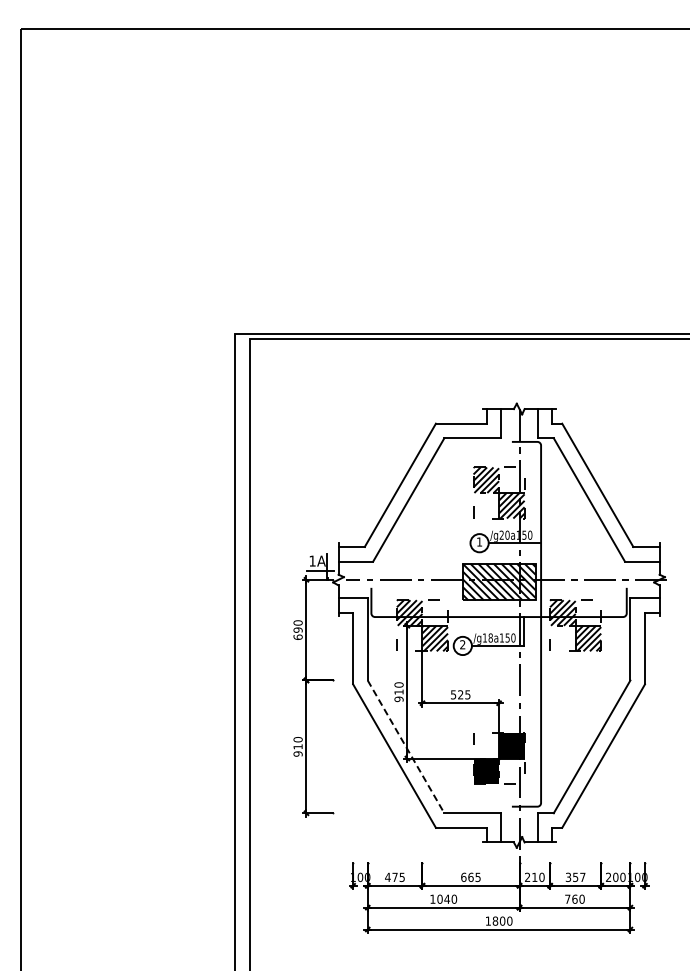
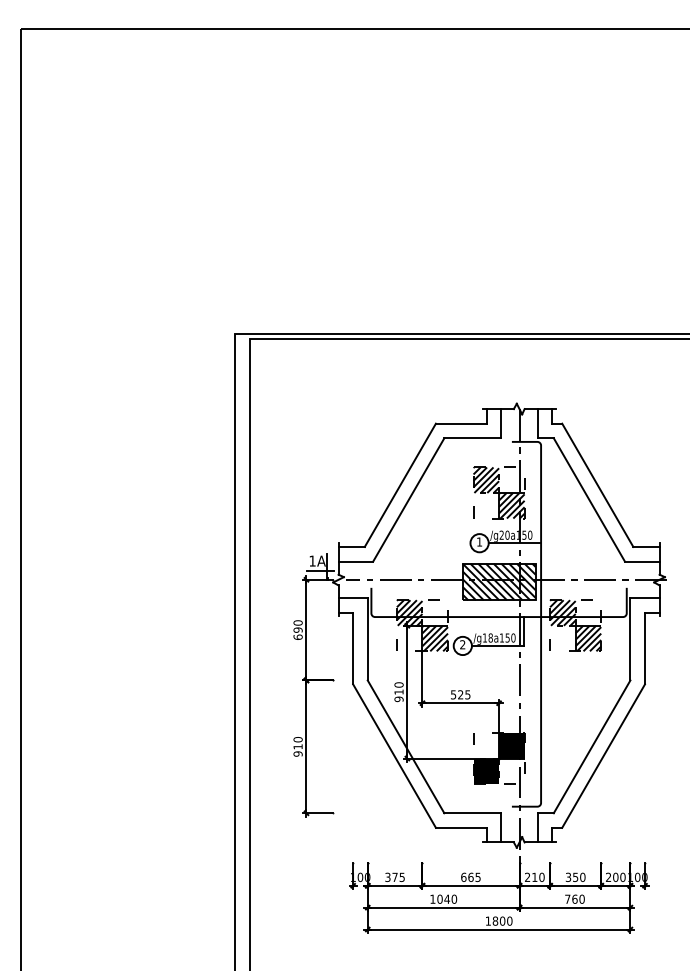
line at (406, 746): dashed -> solid
text at (582, 876): 357 -> 350
text at (387, 877): 475 -> 375
